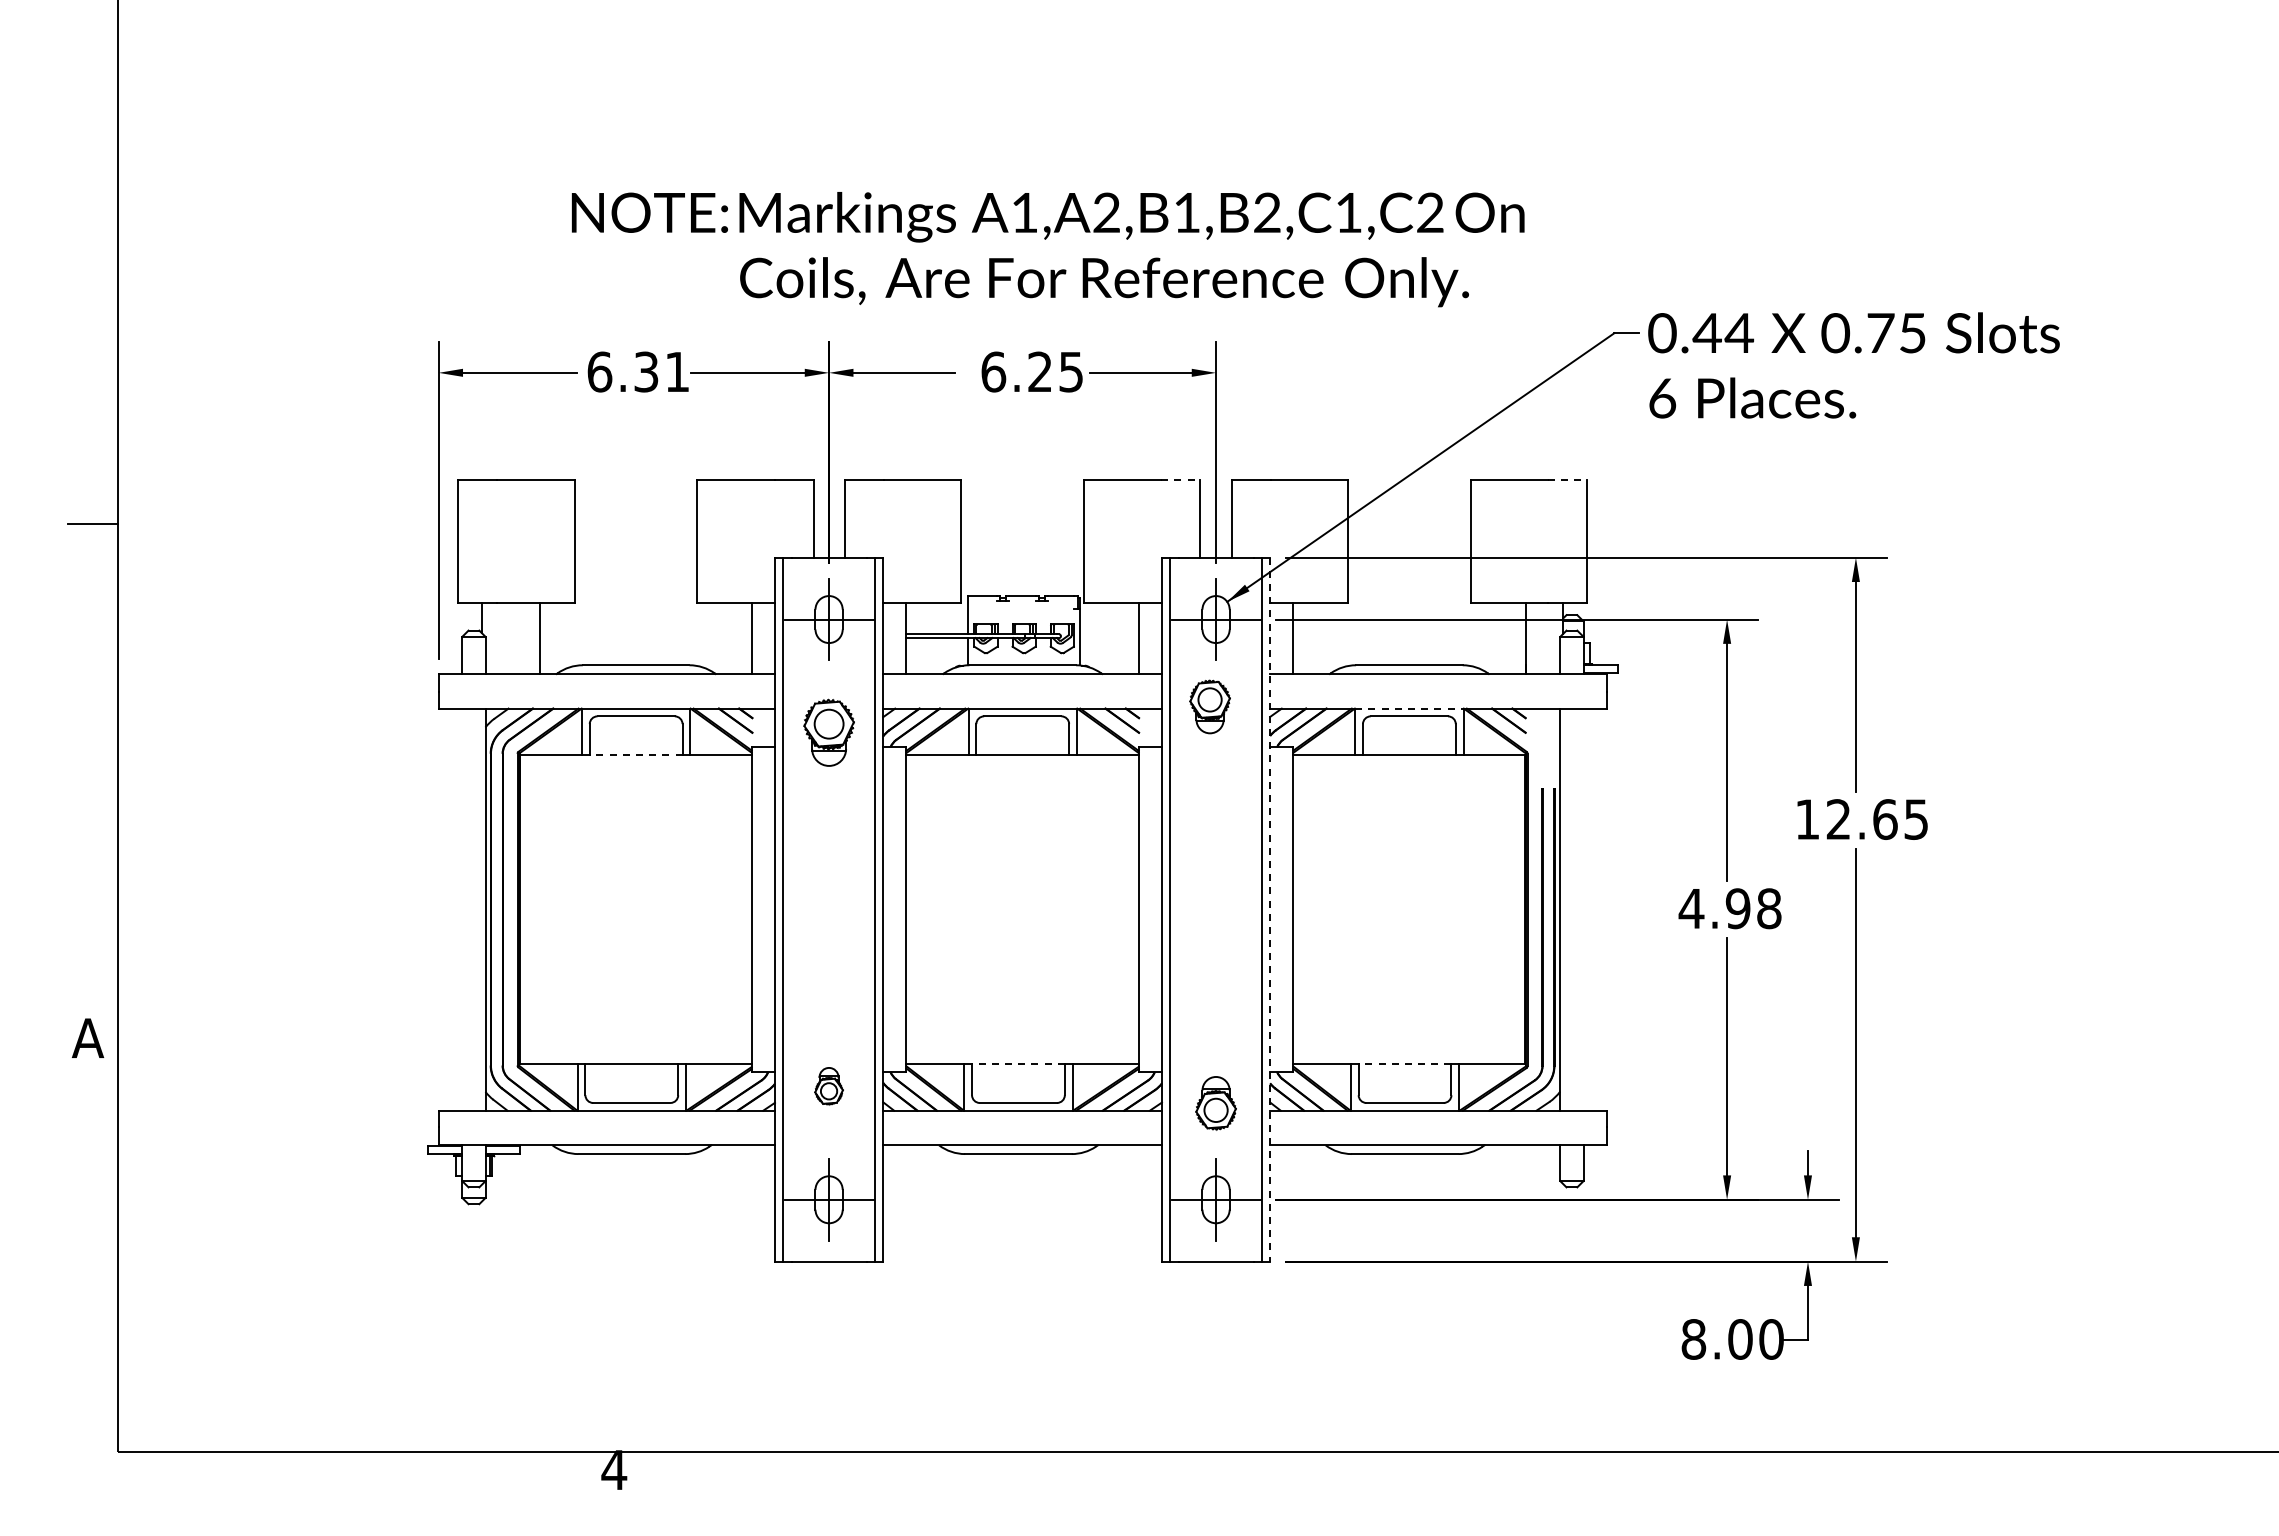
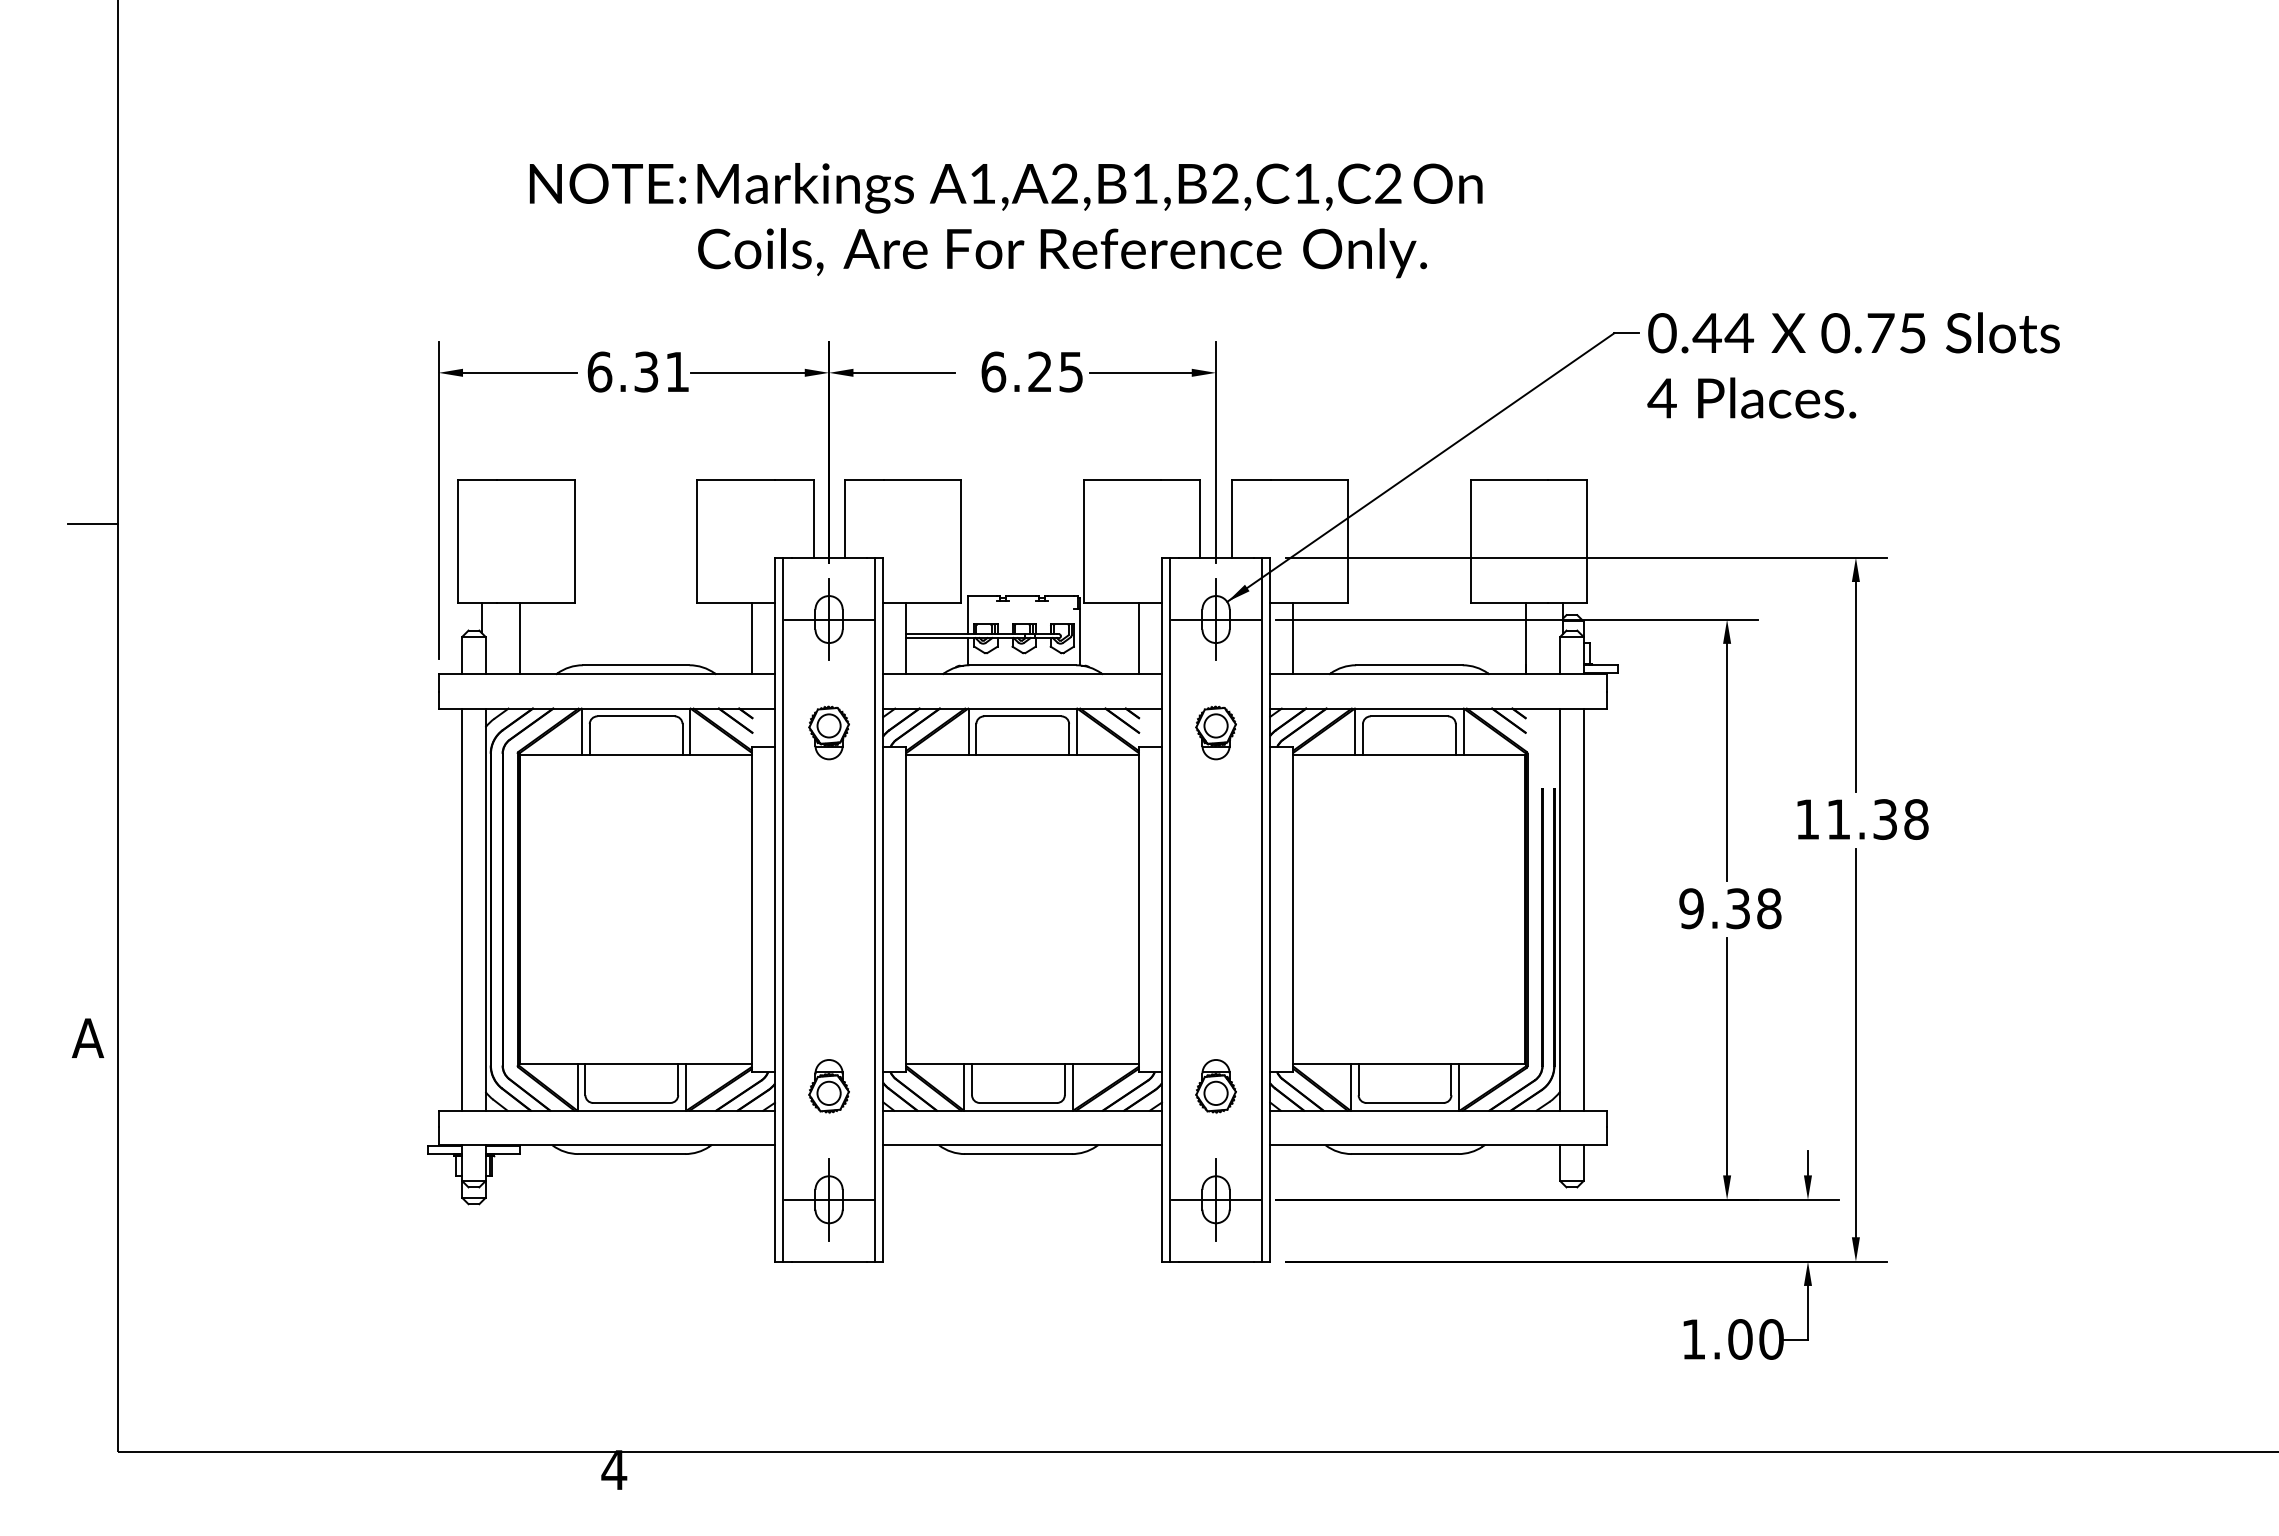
text at (1047, 249) position: (1047, 249) -> (1005, 220)
text at (1661, 398): 6 -> 4
line at (1181, 479): dashed -> solid
line at (1567, 479): dashed -> solid
line at (539, 638) position: (539, 638) -> (519, 638)
part at (1209, 706) position: (1209, 706) -> (1215, 732)
line at (1409, 708): dashed -> solid
part at (828, 732) size: 52x69 px -> 42x56 px
line at (635, 755): dashed -> solid
text at (1877, 819): 12.65 -> 11.38
text at (1714, 908): 4.98 -> 9.38
line at (462, 909): none -> present
line at (1270, 909): dashed -> solid
line at (1583, 909): none -> present
line at (1017, 1064): dashed -> solid
line at (1404, 1064): dashed -> solid
part at (828, 1086) size: 30x39 px -> 42x55 px
part at (1215, 1103) position: (1215, 1103) -> (1215, 1086)
text at (1693, 1339): 8.00 -> 1.00
